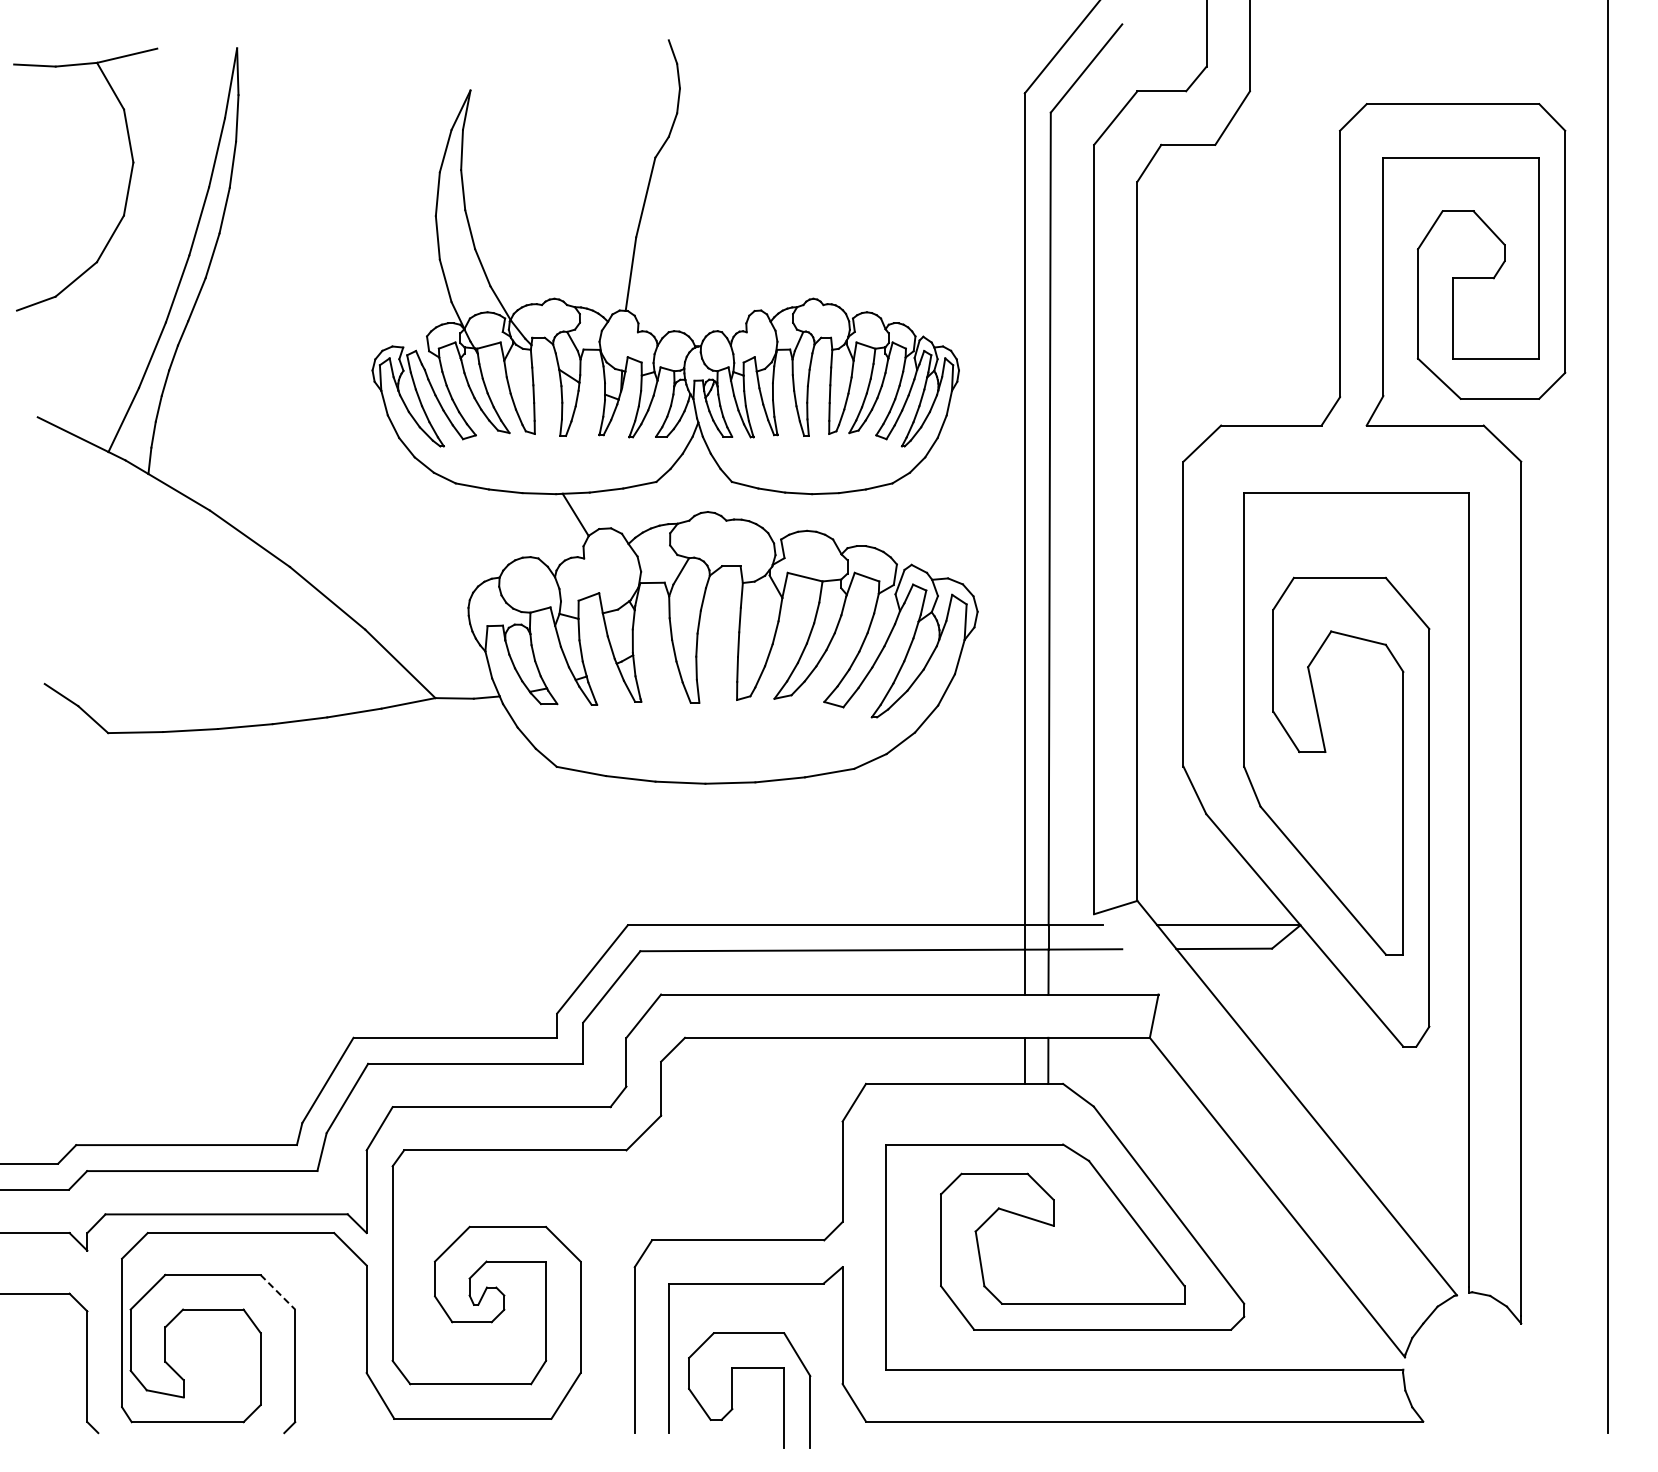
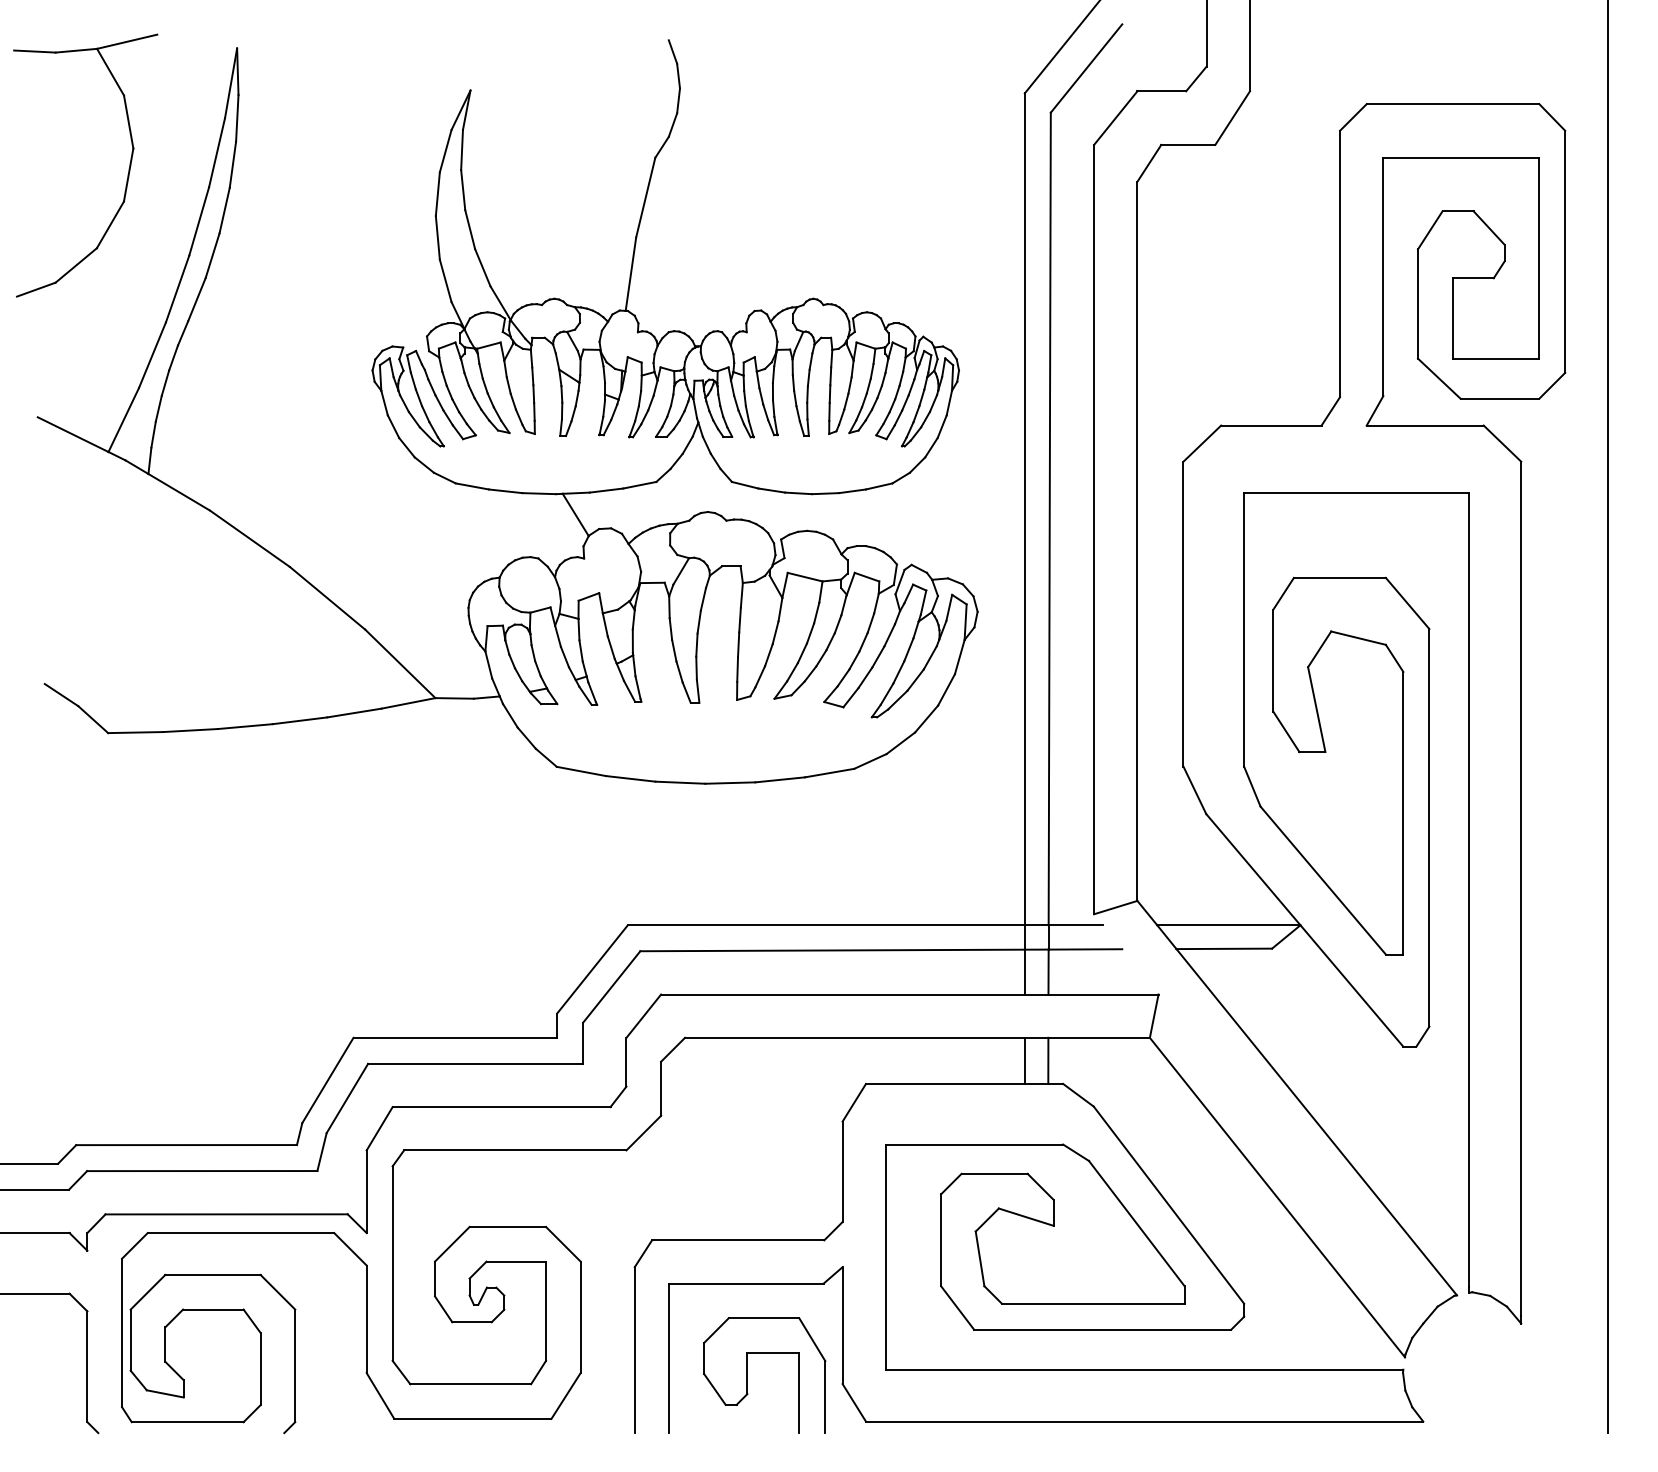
part at (127, 188) position: (127, 188) -> (127, 174)
line at (278, 1292): dashed -> solid
part at (732, 1390) position: (732, 1390) -> (747, 1375)
